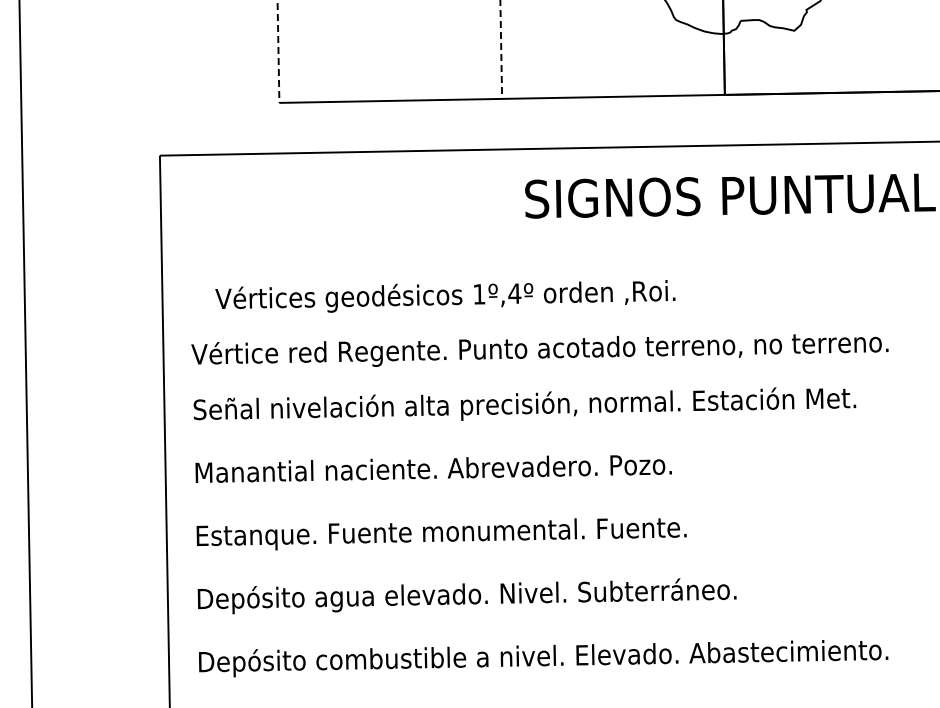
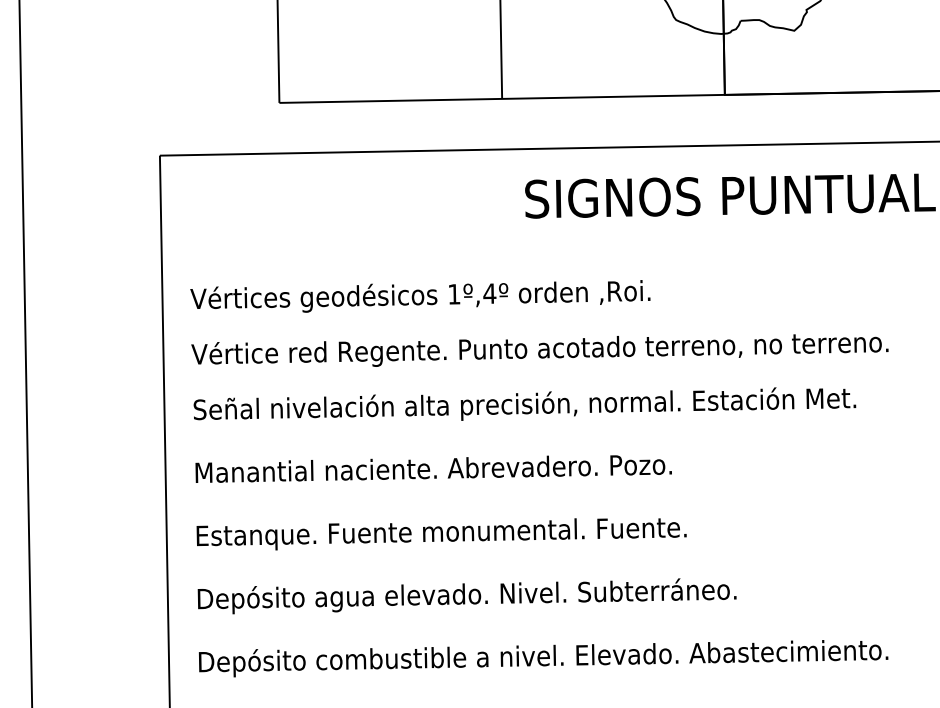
line at (501, 49): dashed -> solid
line at (278, 51): dashed -> solid
text at (445, 296) position: (445, 296) -> (420, 296)
